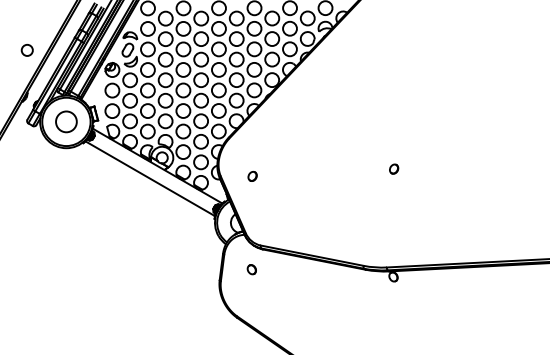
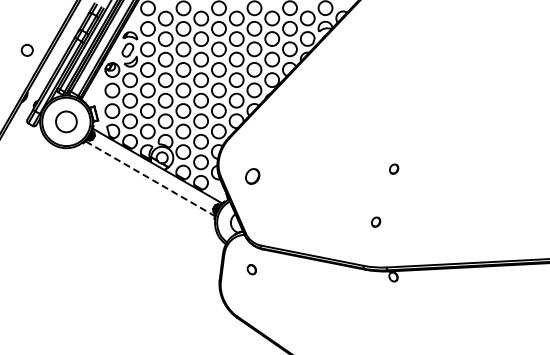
part at (252, 176) size: 11x11 px -> 16x17 px
line at (150, 178): solid -> dashed
part at (376, 221): none -> present
